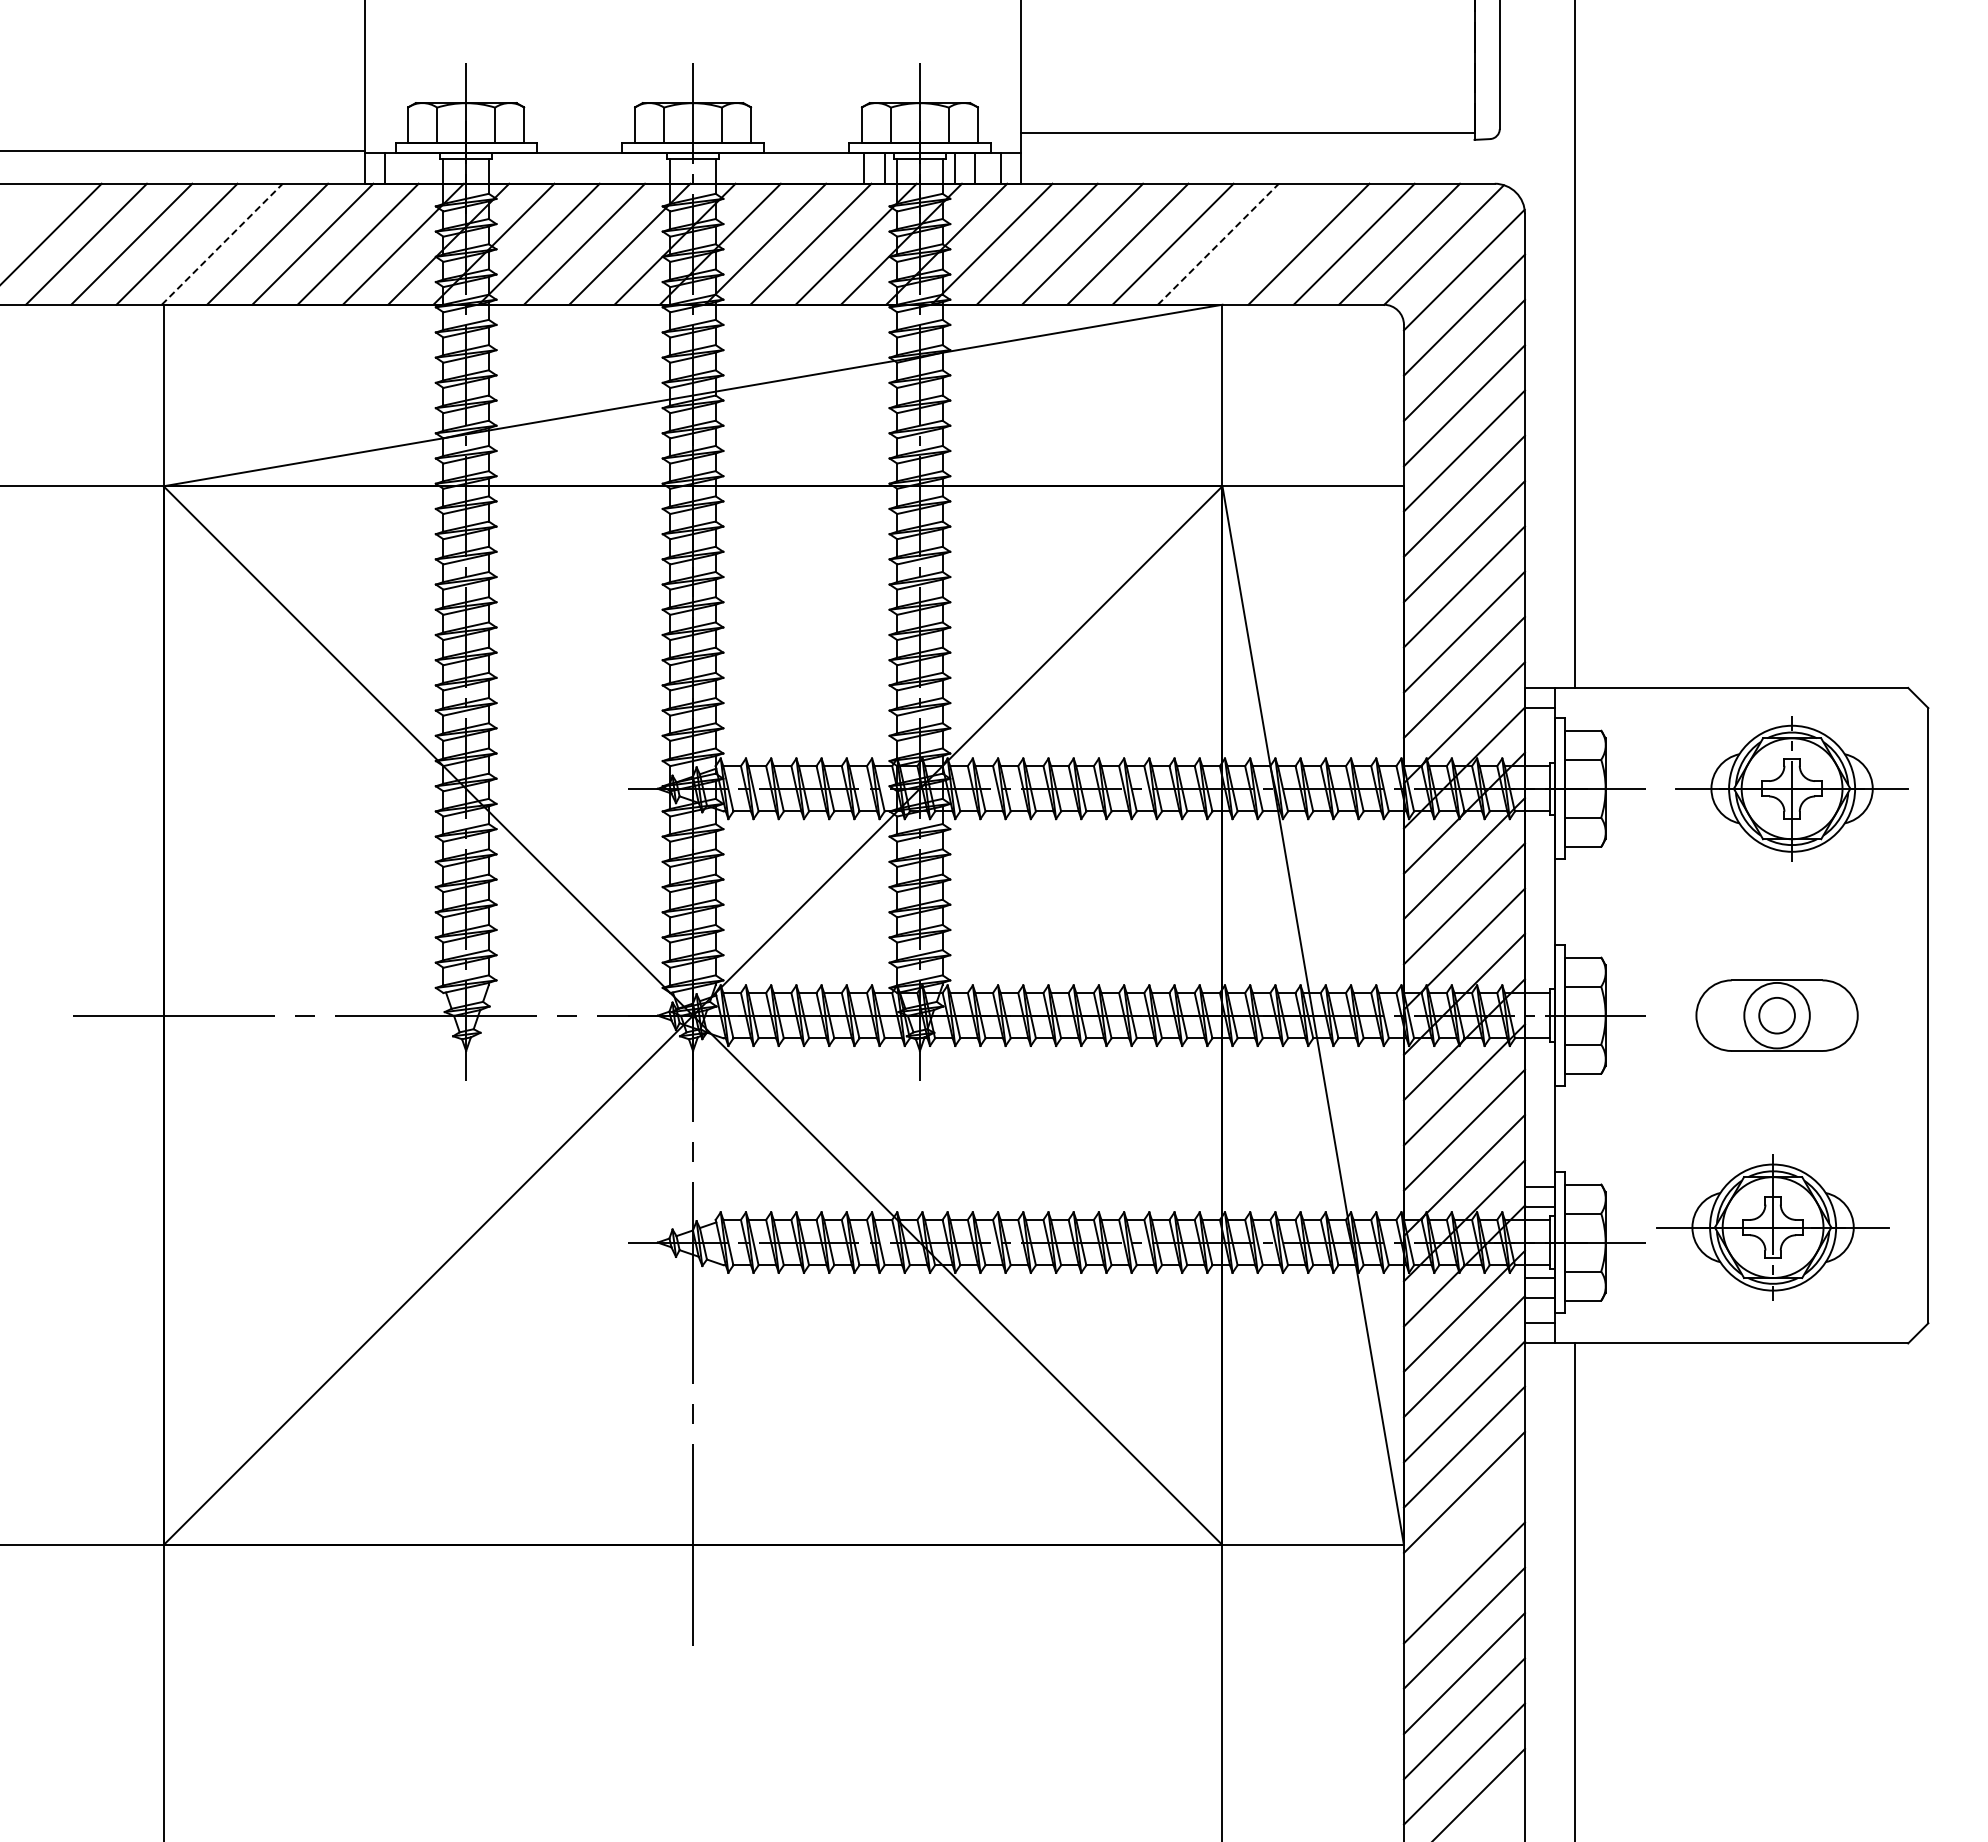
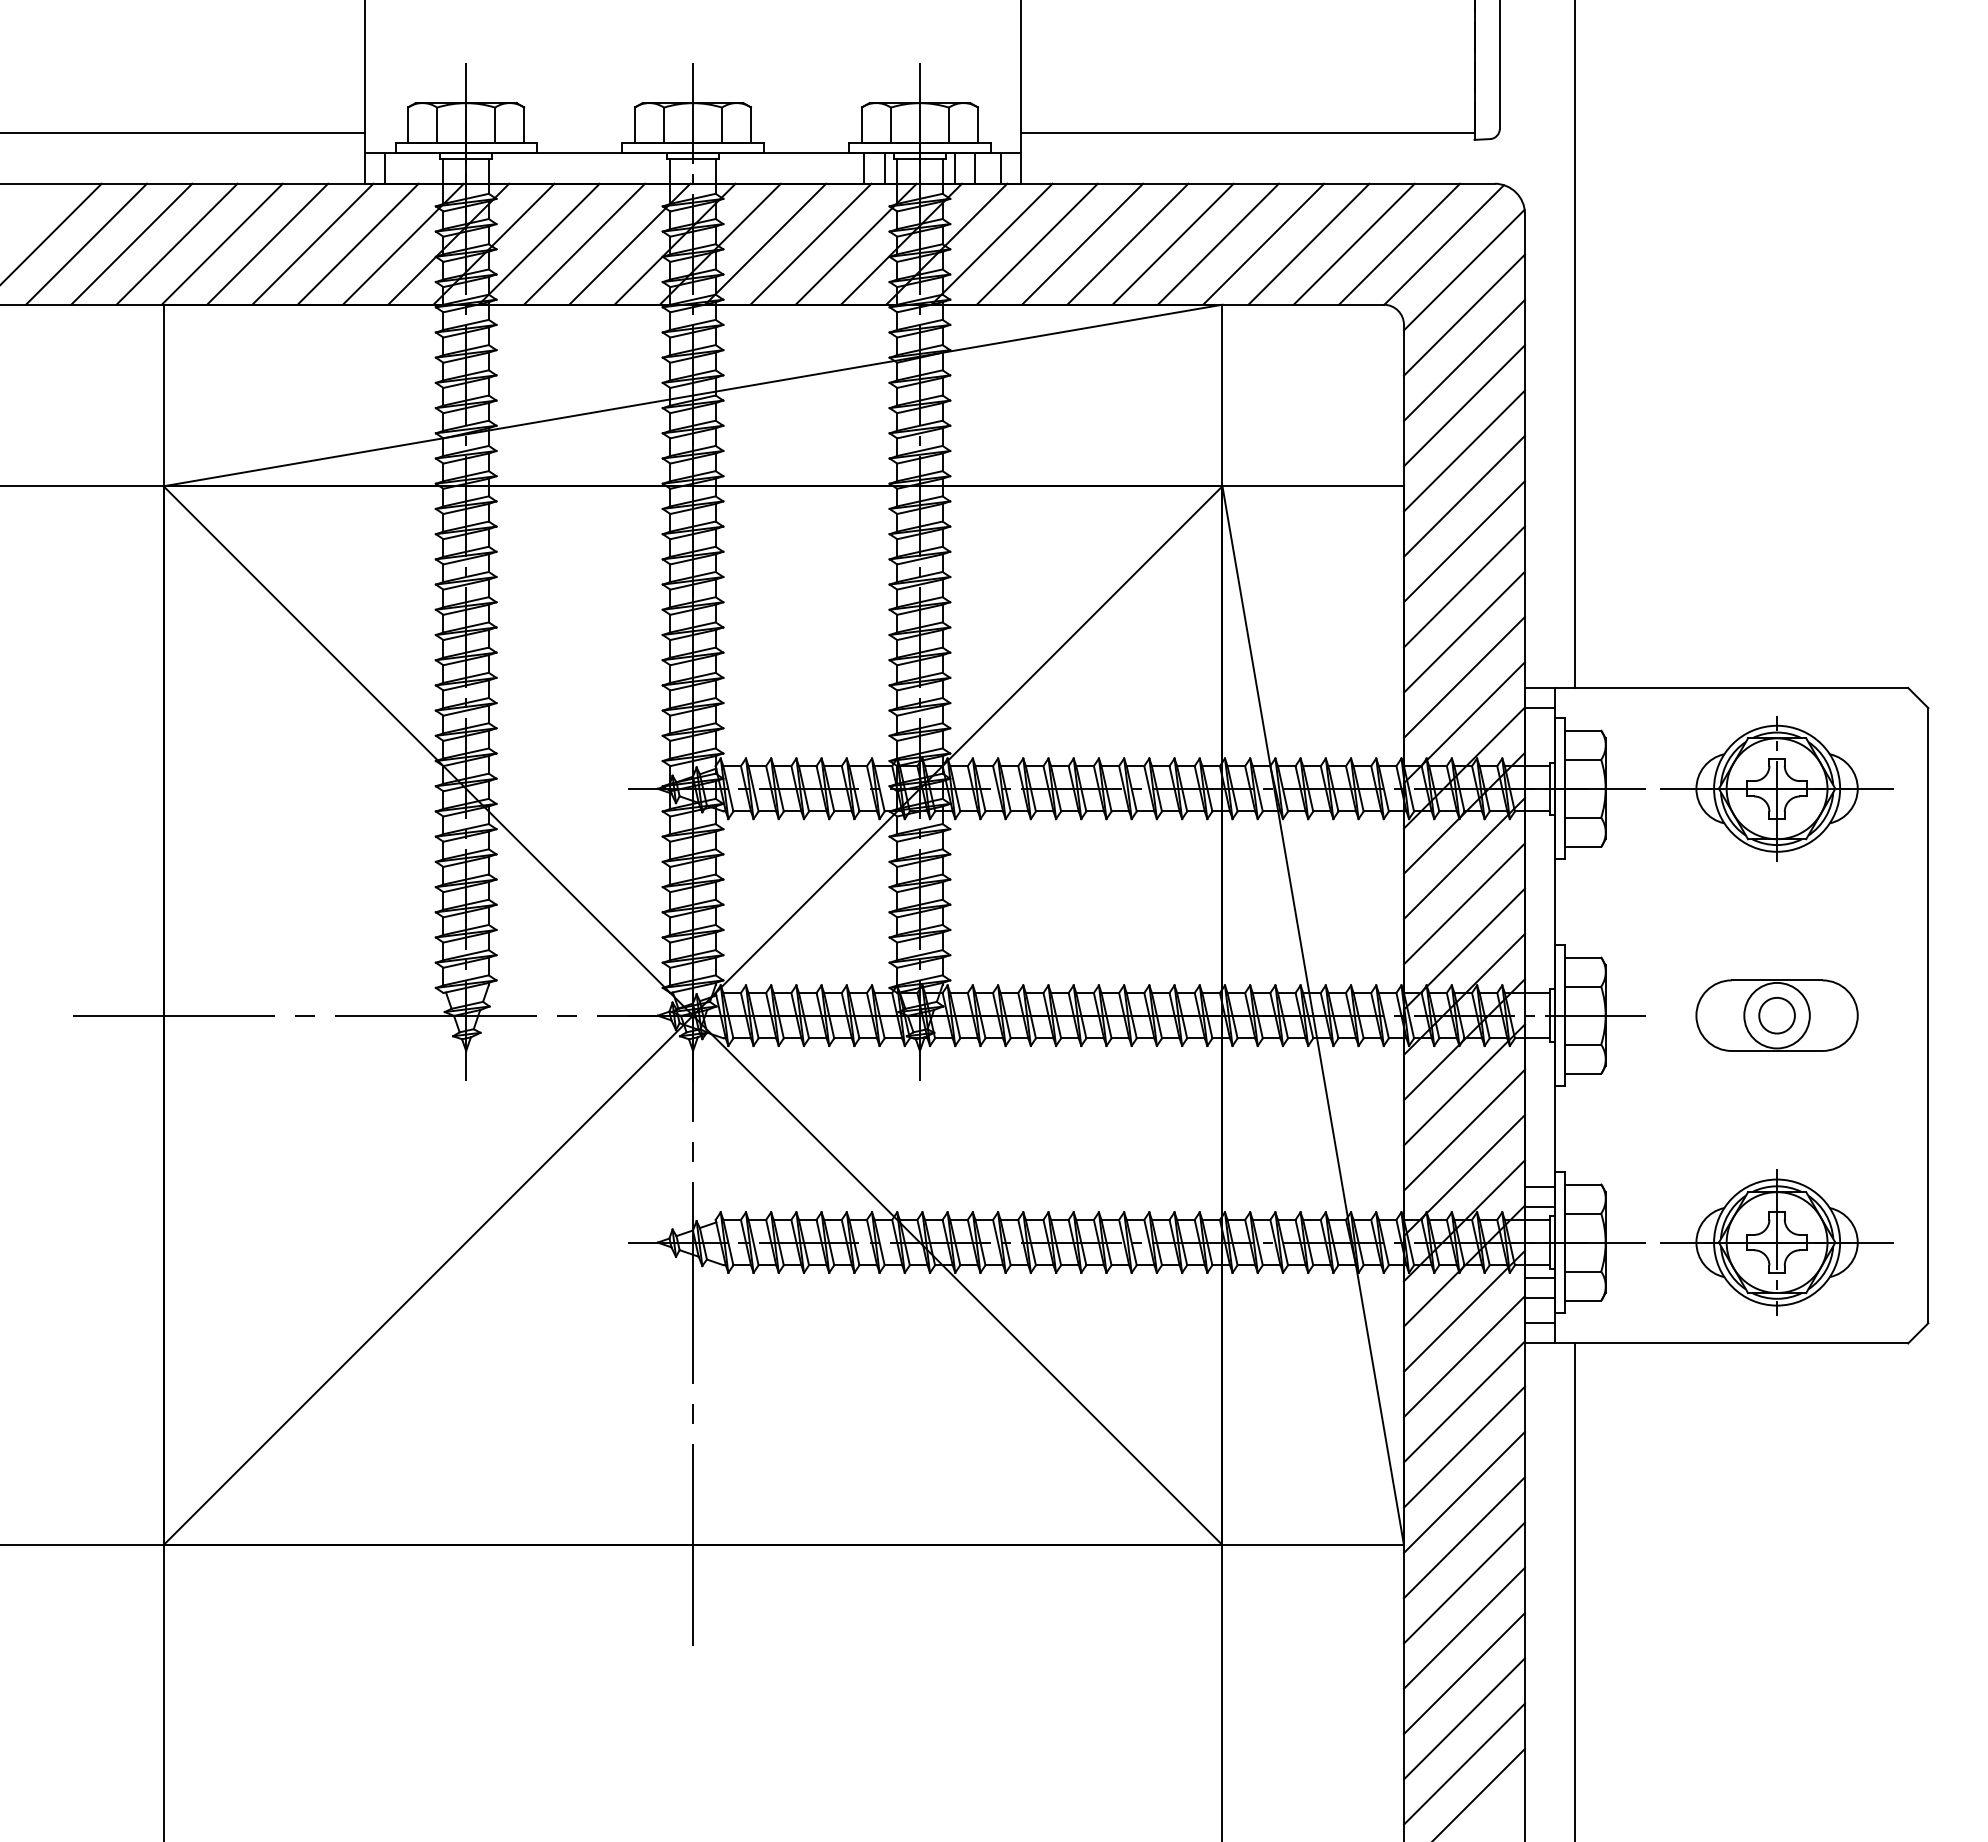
line at (183, 151) position: (183, 151) -> (183, 133)
line at (1263, 243): none -> present
line at (222, 244): dashed -> solid
line at (1218, 244): dashed -> solid
part at (1791, 788) position: (1791, 788) -> (1776, 788)
part at (1772, 1227) position: (1772, 1227) -> (1776, 1242)
line at (1463, 1537): none -> present
